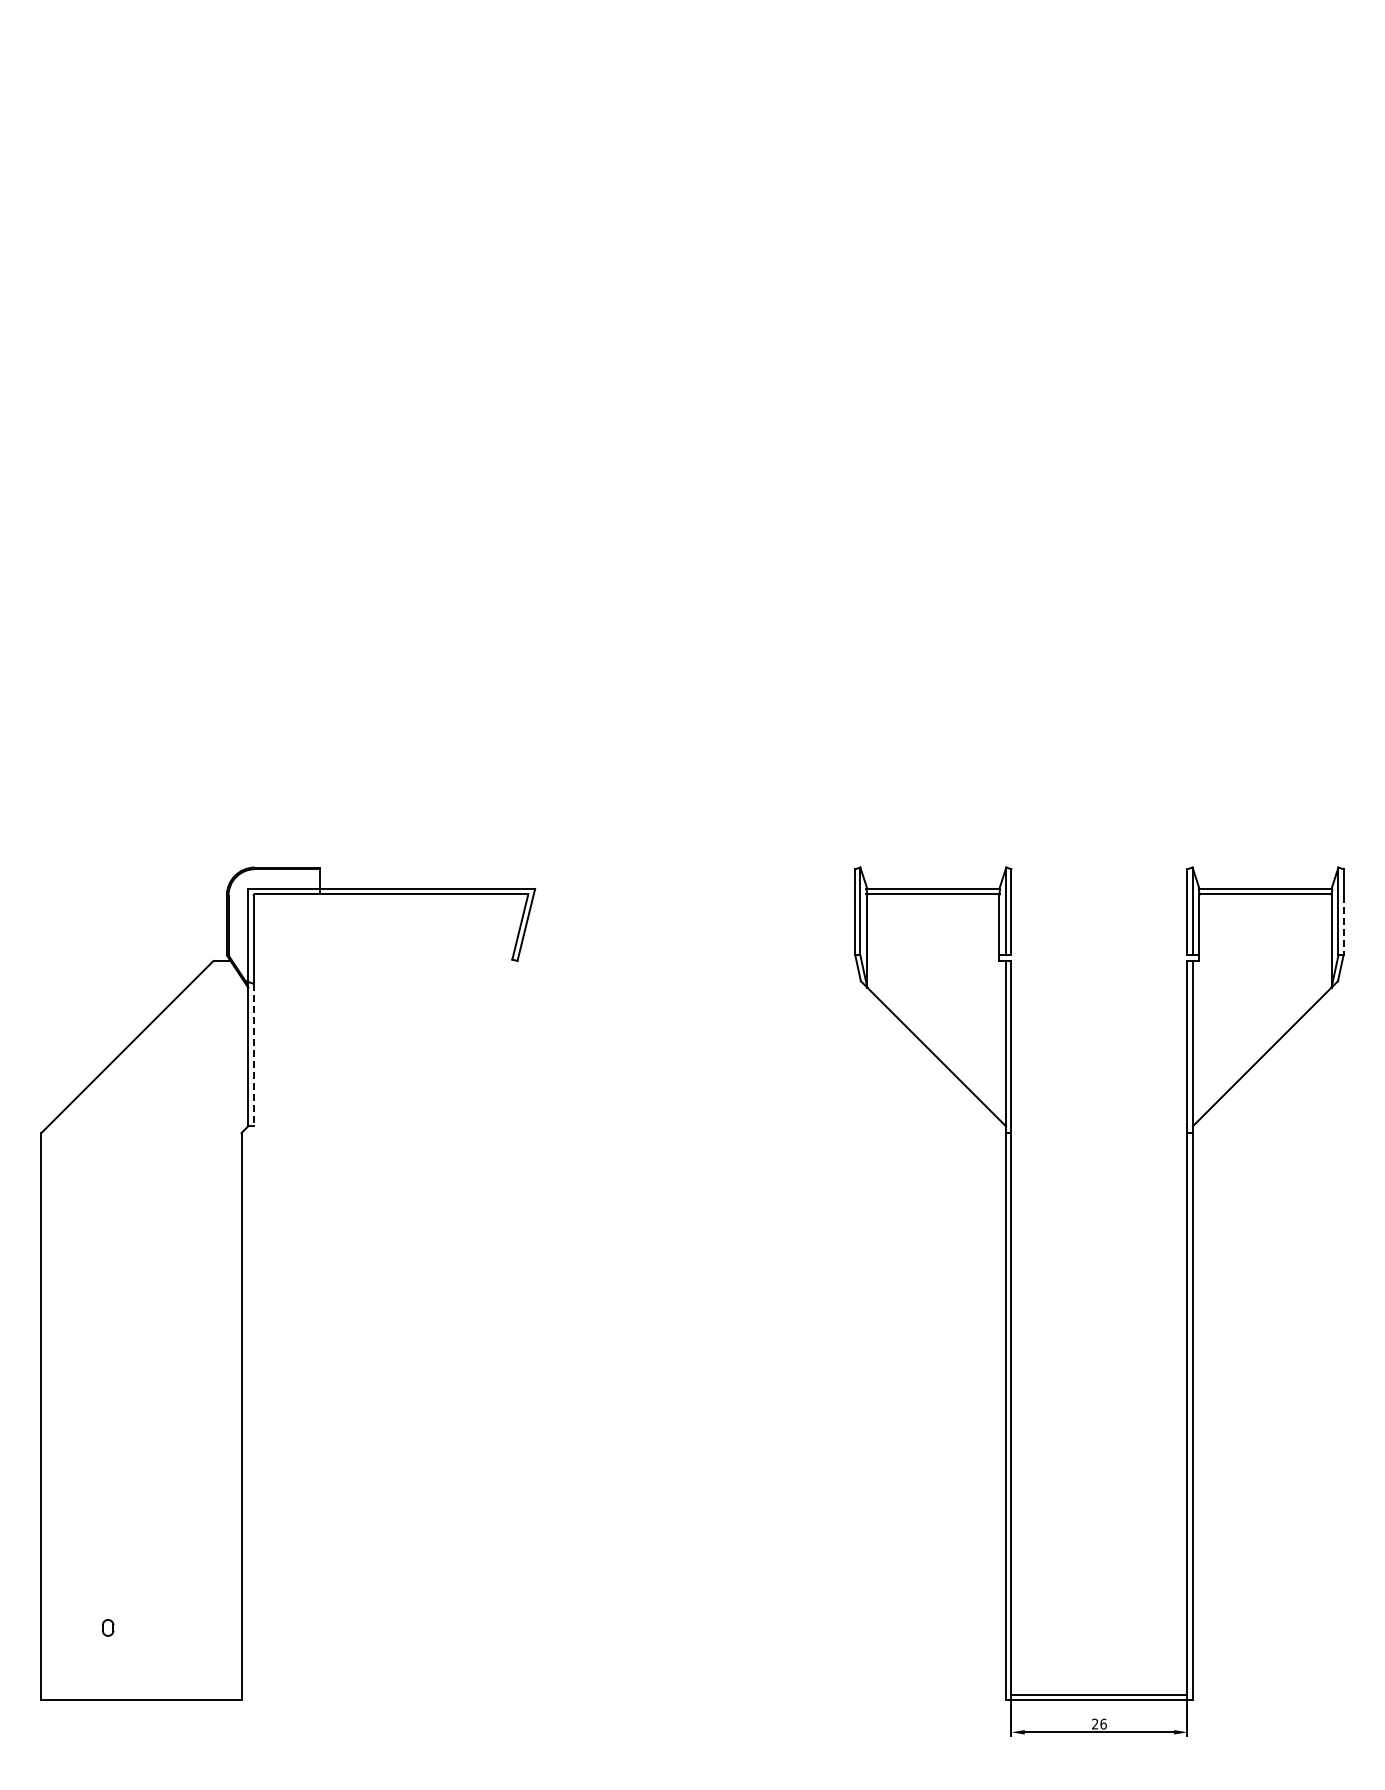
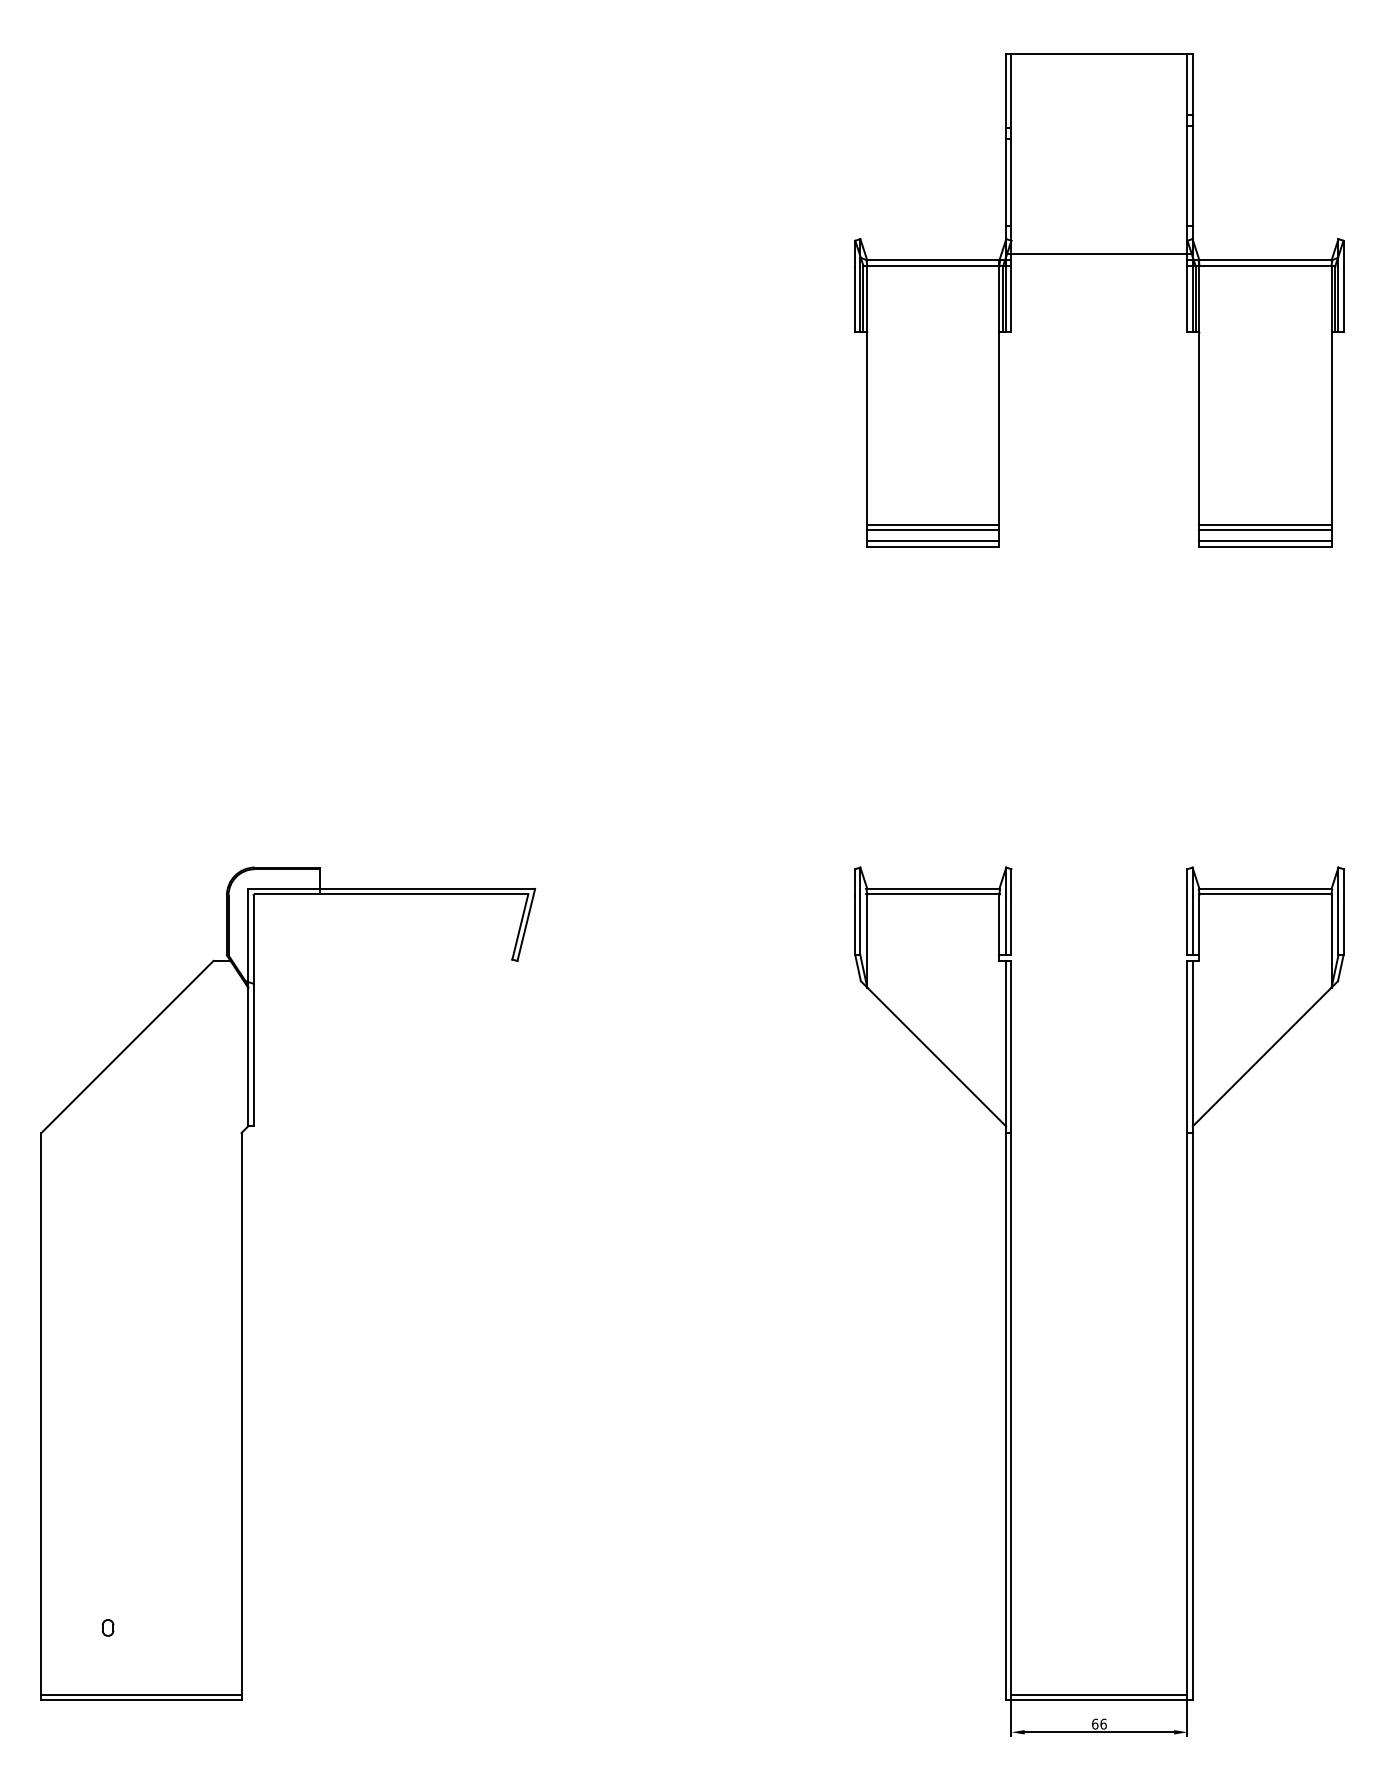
part at (1099, 254): none -> present
line at (1343, 925): dashed -> solid
line at (253, 1055): dashed -> solid
line at (141, 1694): none -> present
text at (1095, 1723): 26 -> 66
